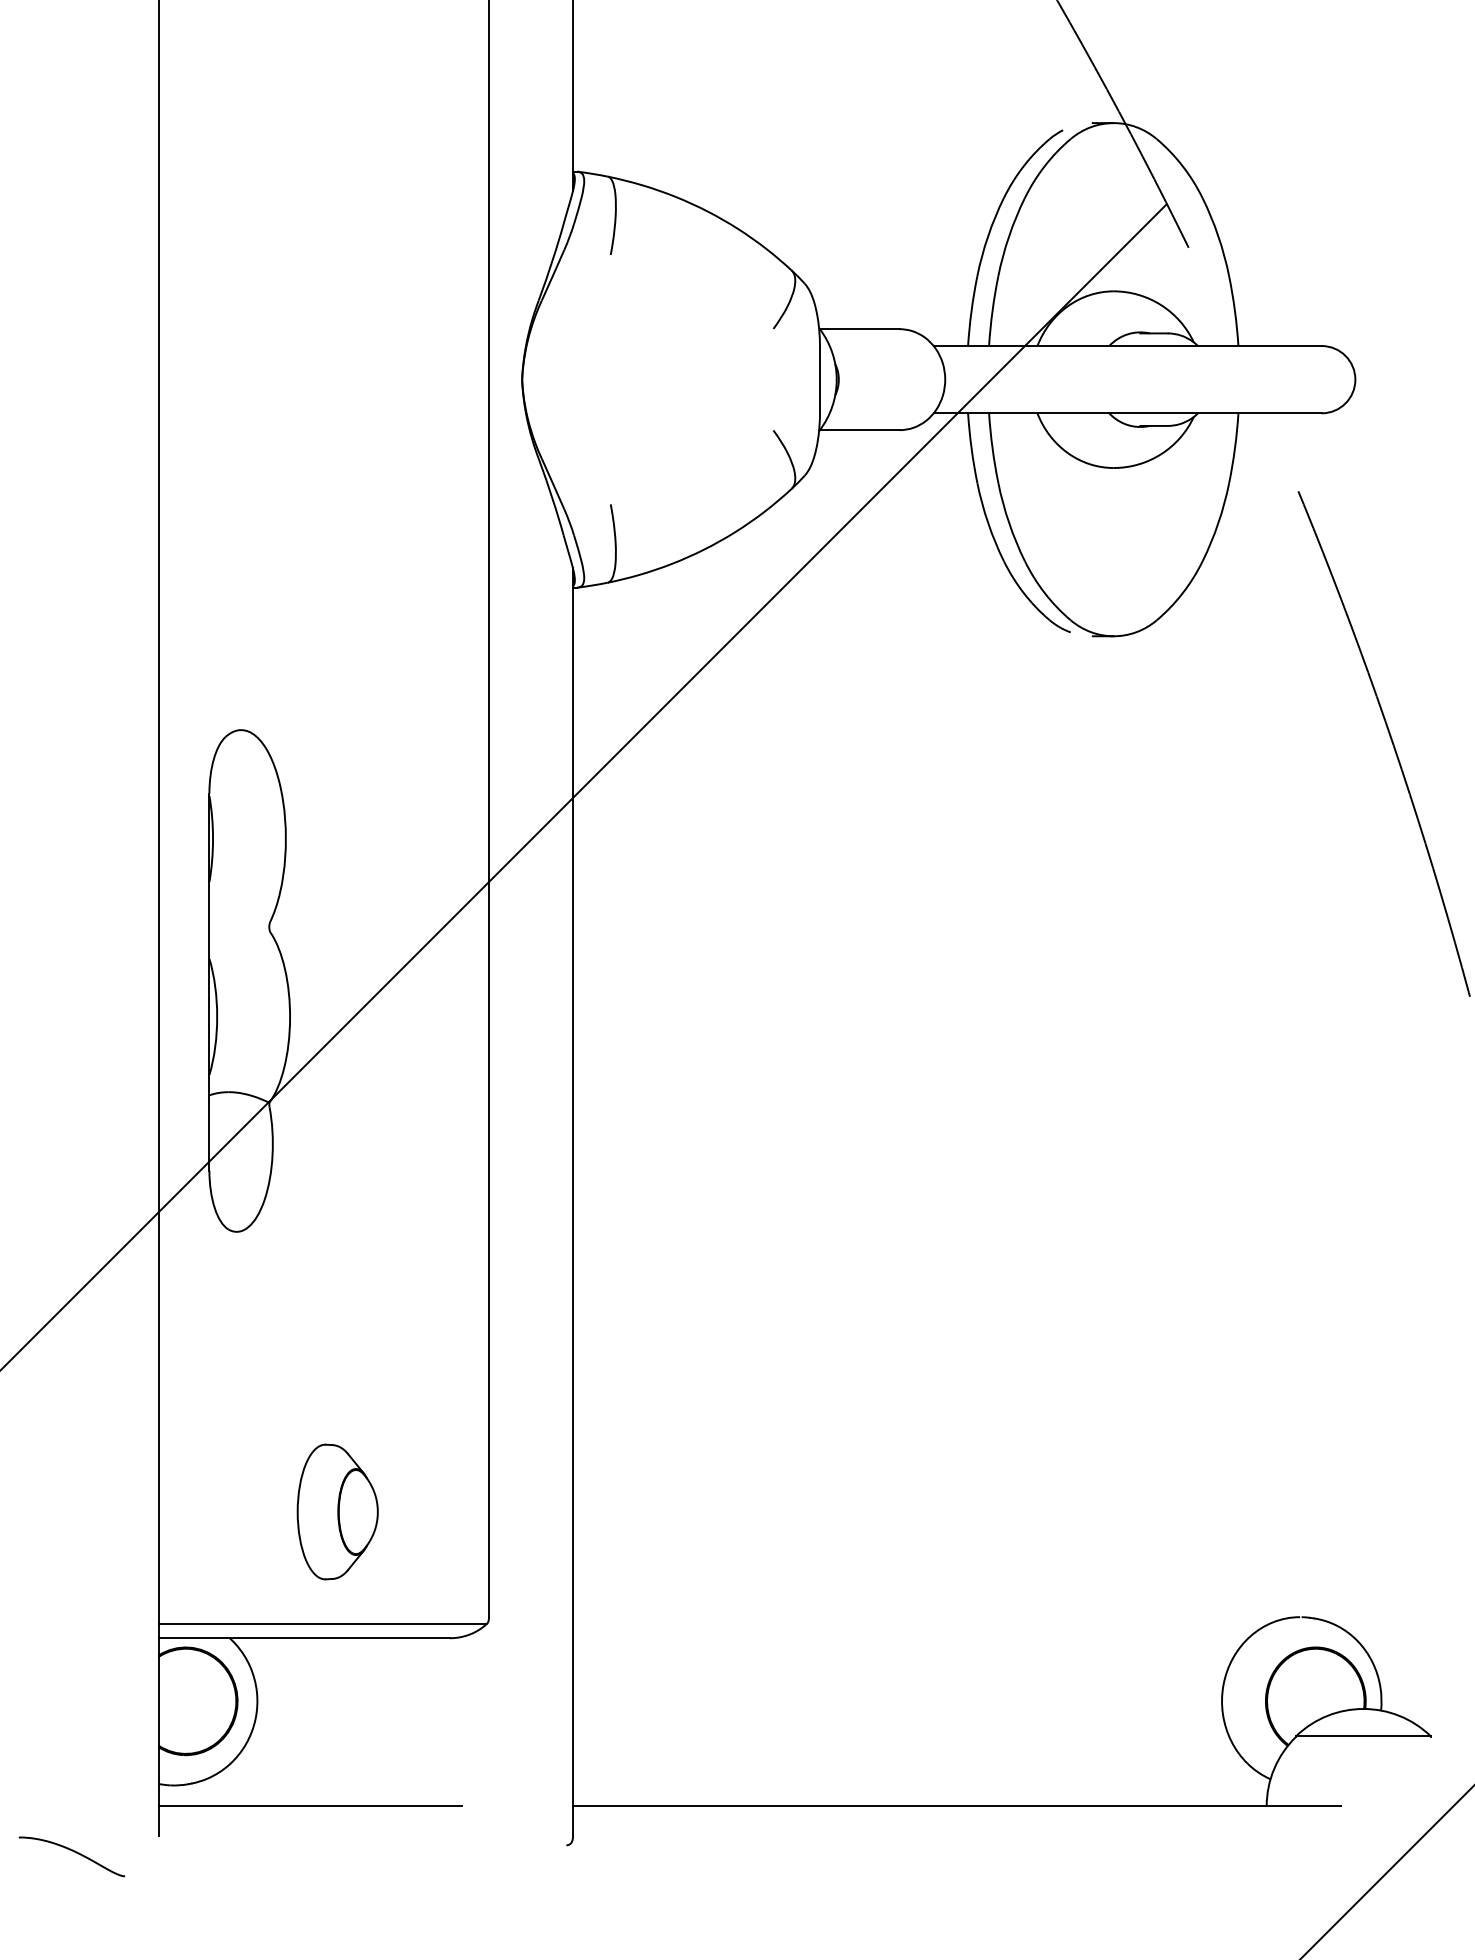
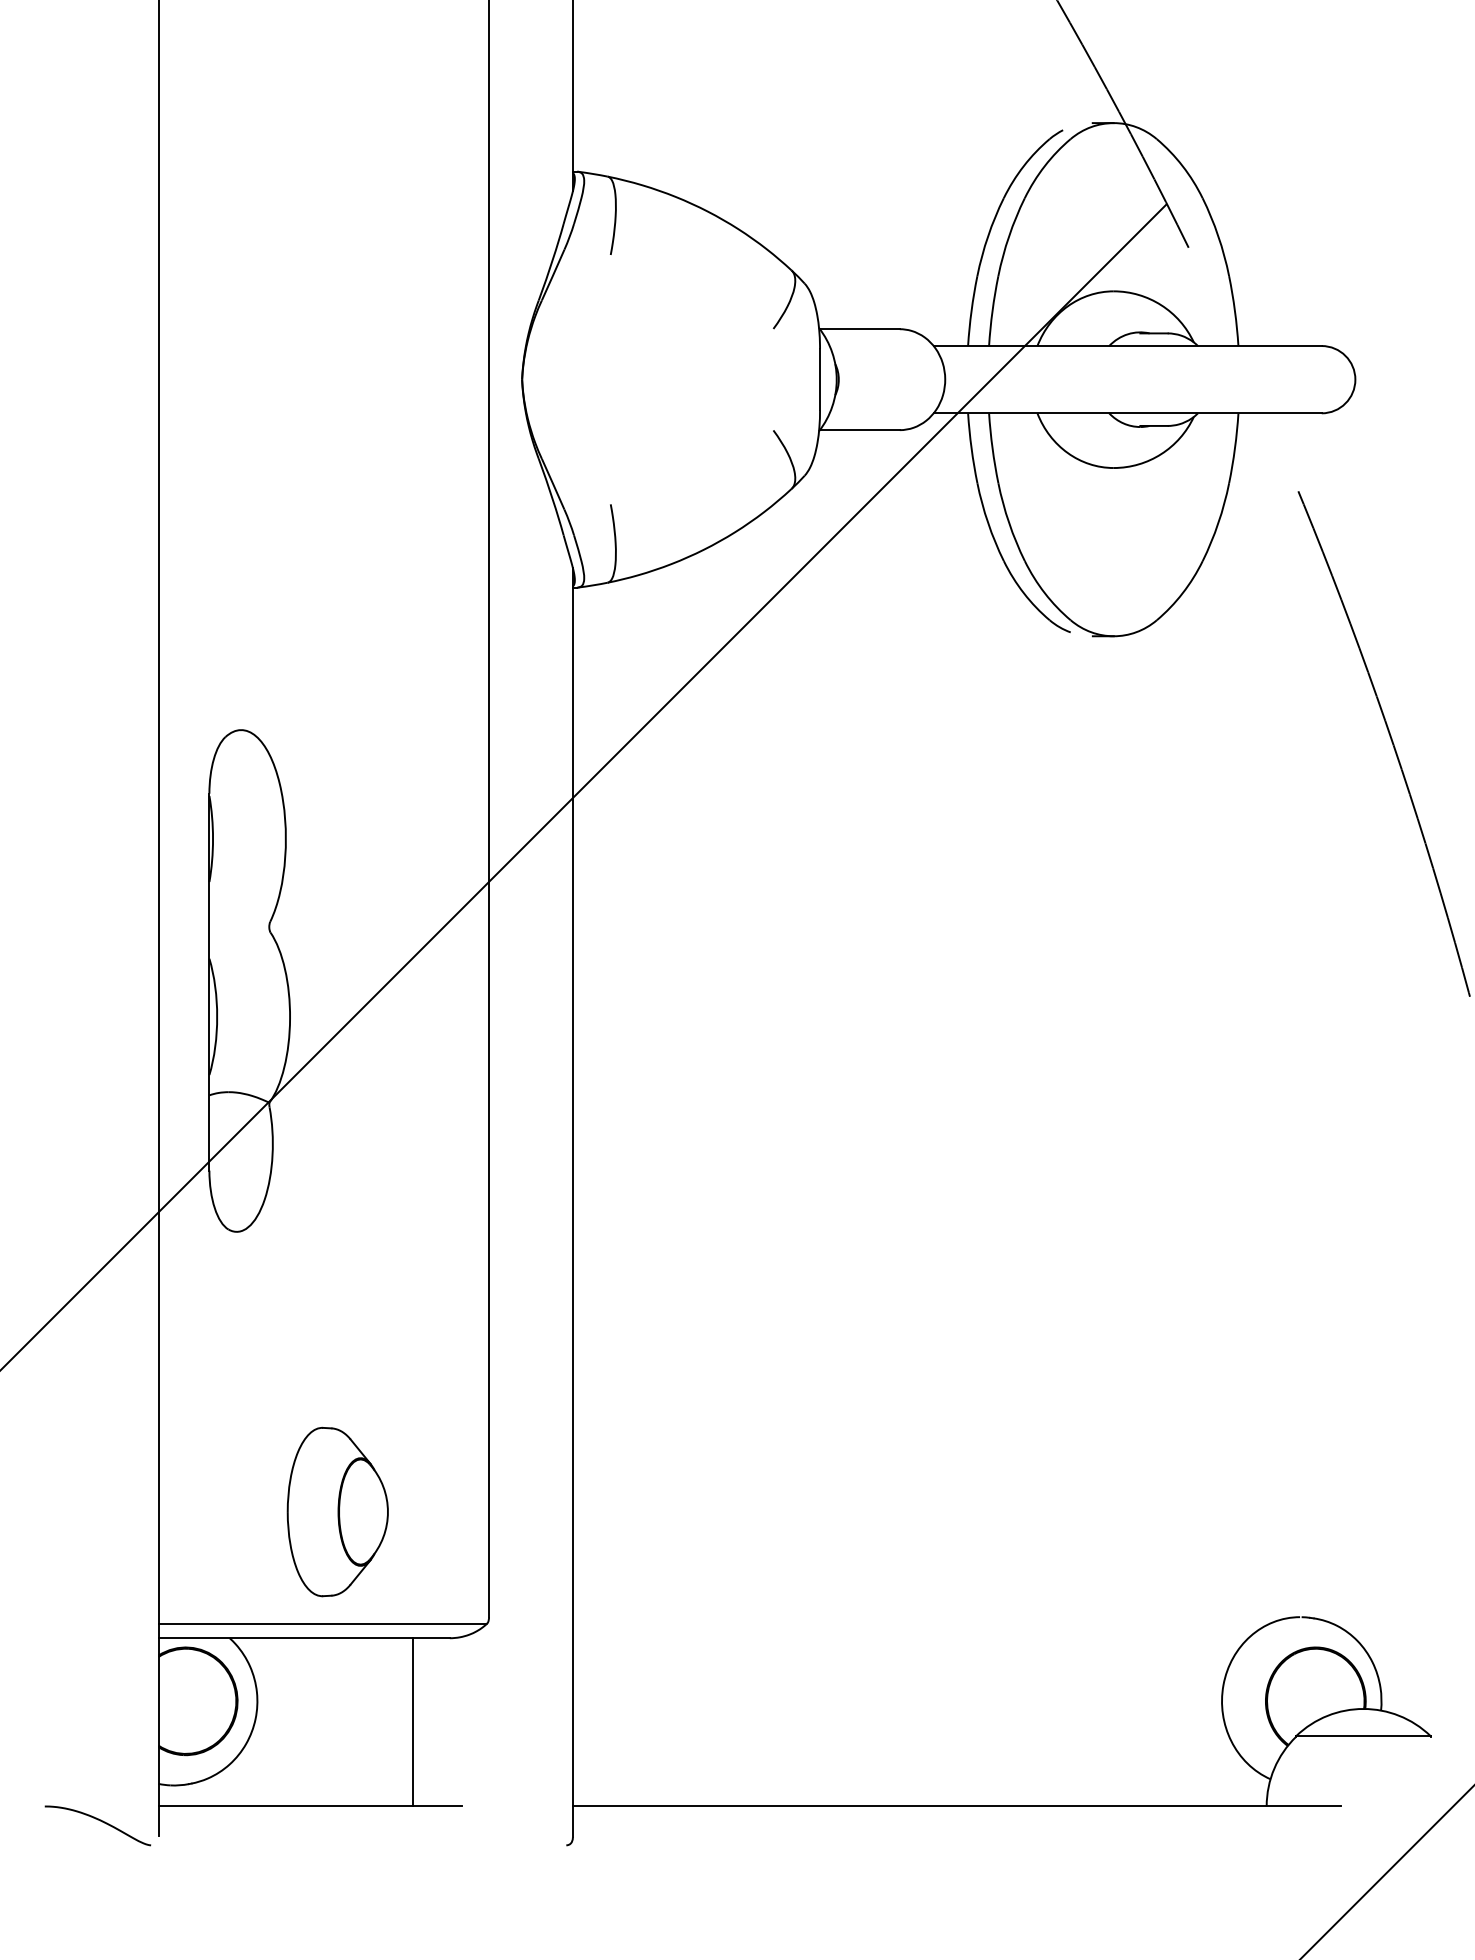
part at (337, 1511) size: 83x138 px -> 103x172 px
line at (413, 1722): none -> present
curve at (71, 1851) position: (71, 1851) -> (97, 1820)
